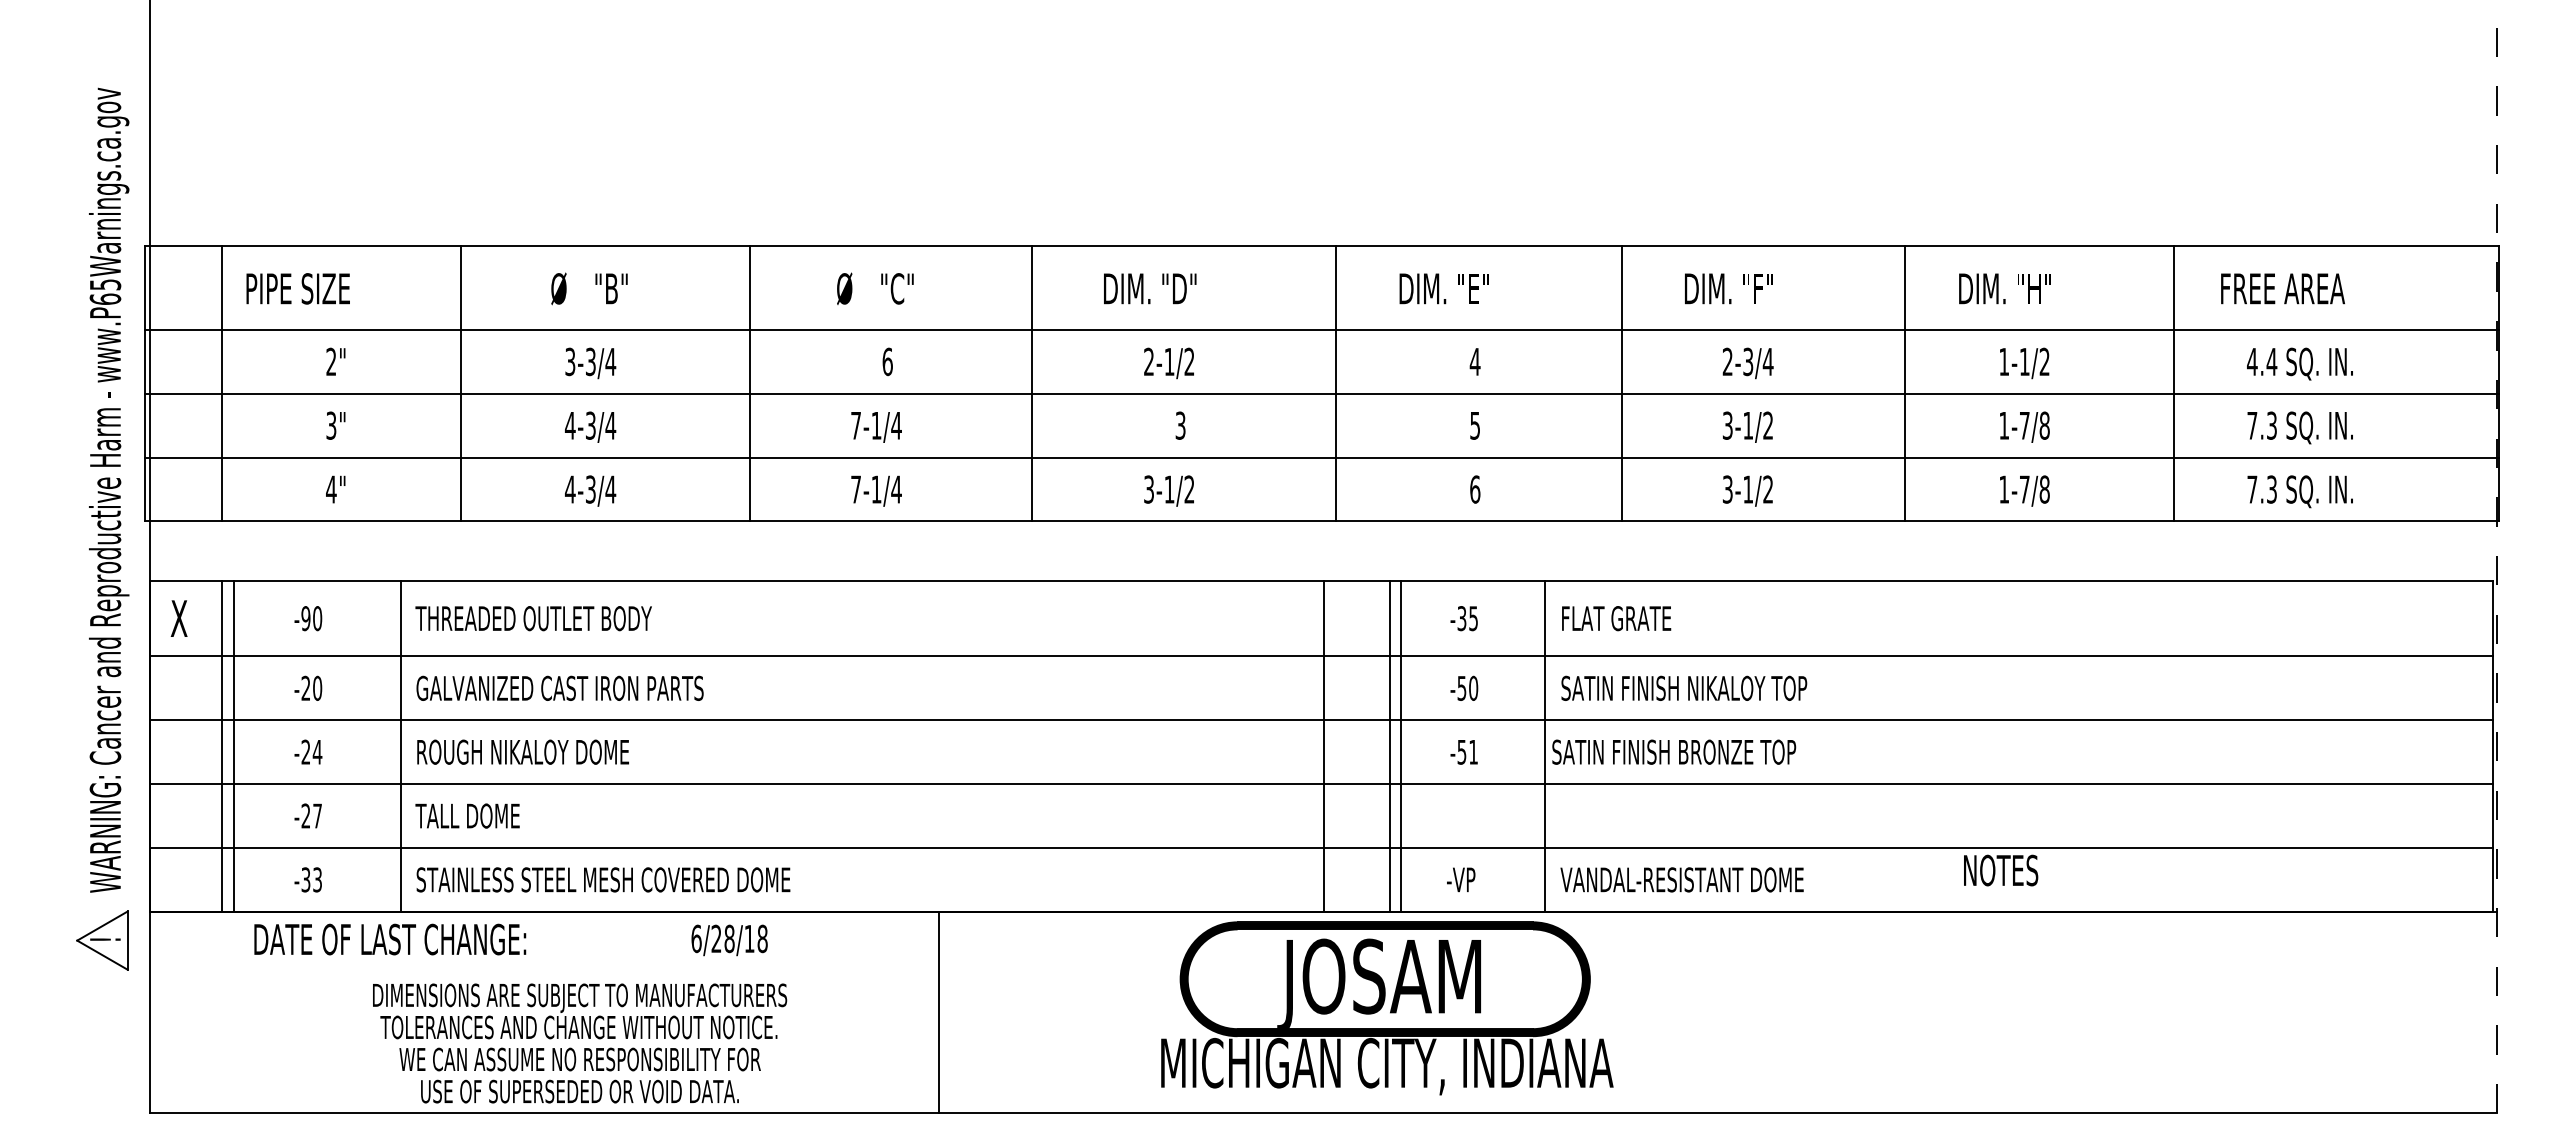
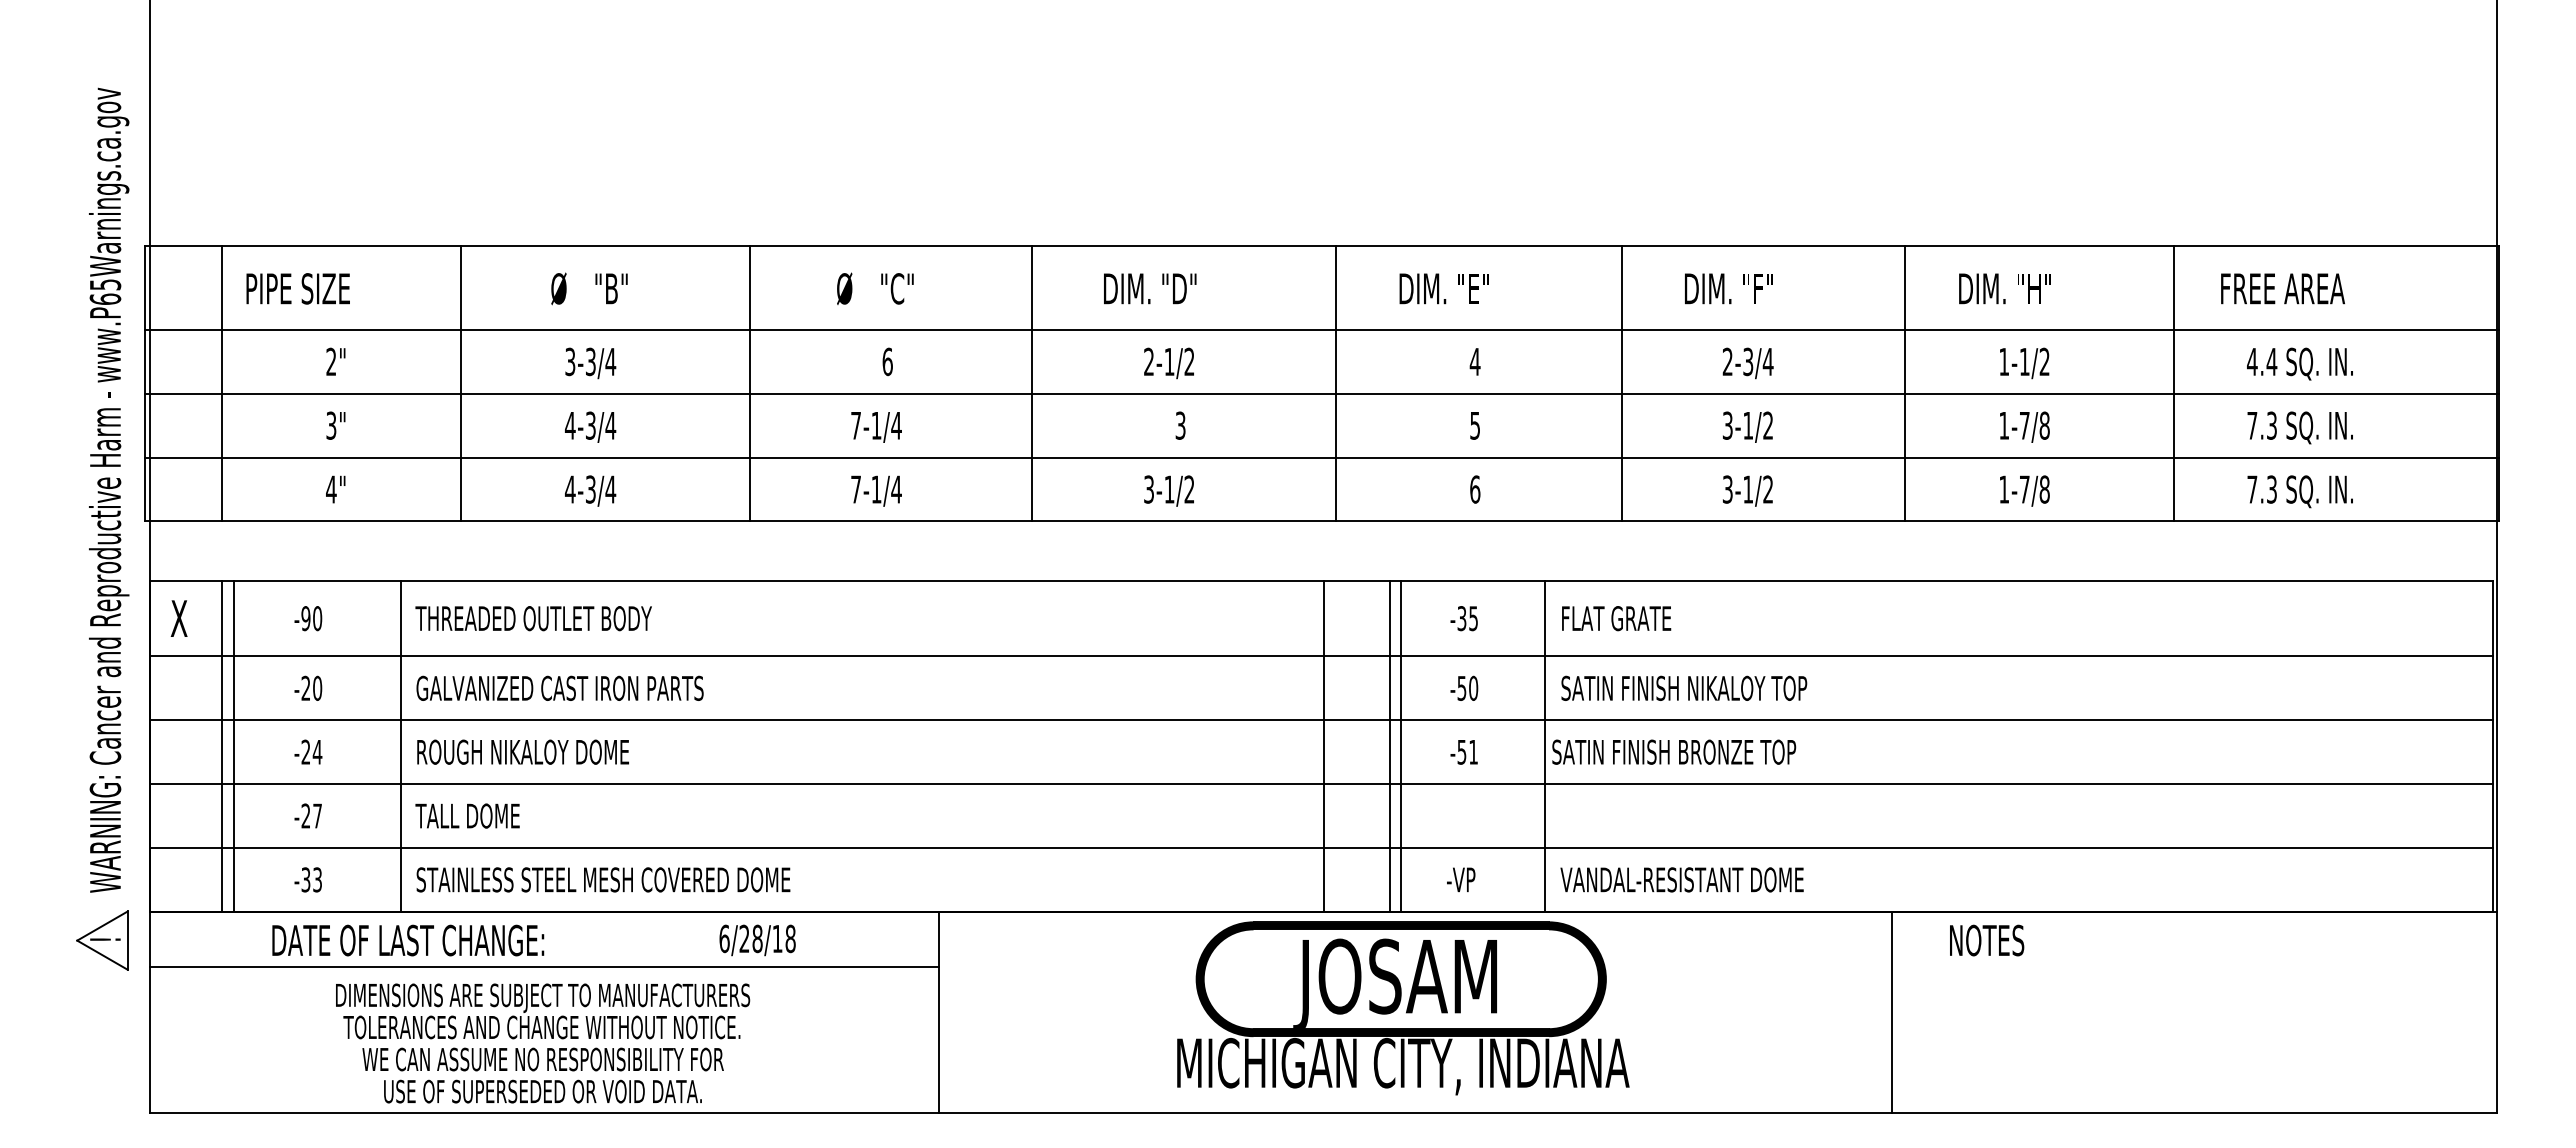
line at (2497, 556): dashed -> solid
text at (2001, 870) position: (2001, 870) -> (1987, 940)
text at (390, 939) position: (390, 939) -> (408, 940)
text at (729, 940) position: (729, 940) -> (757, 940)
line at (543, 966): none -> present
part at (1387, 1008) position: (1387, 1008) -> (1403, 1008)
line at (1892, 1012): none -> present
text at (580, 1043) position: (580, 1043) -> (543, 1043)
